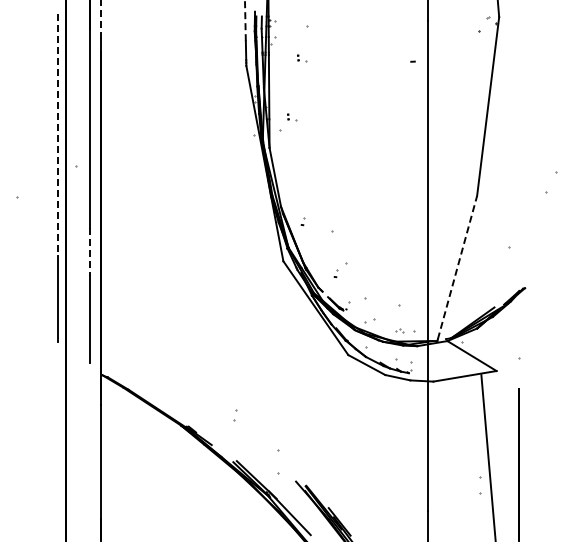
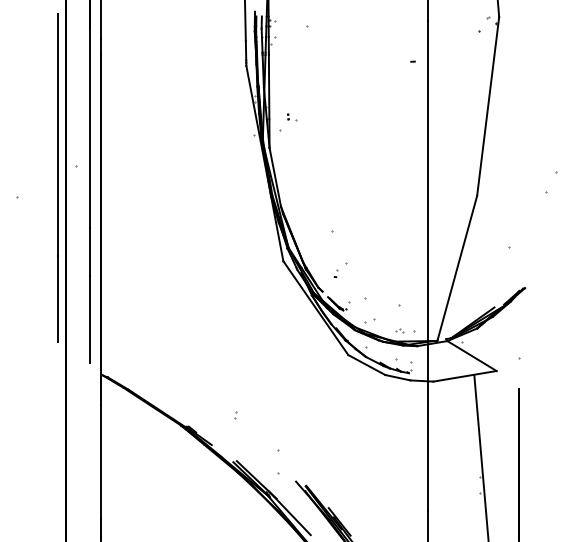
line at (100, 19): dashed -> solid
line at (245, 20): dashed -> solid
part at (302, 58): present -> none
line at (58, 135): dashed -> solid
part at (302, 221): present -> none
line at (89, 252): dashed -> solid
line at (457, 267): dashed -> solid
part at (235, 415) size: 5x13 px -> 4x9 px
line at (488, 456) position: (488, 456) -> (481, 457)
